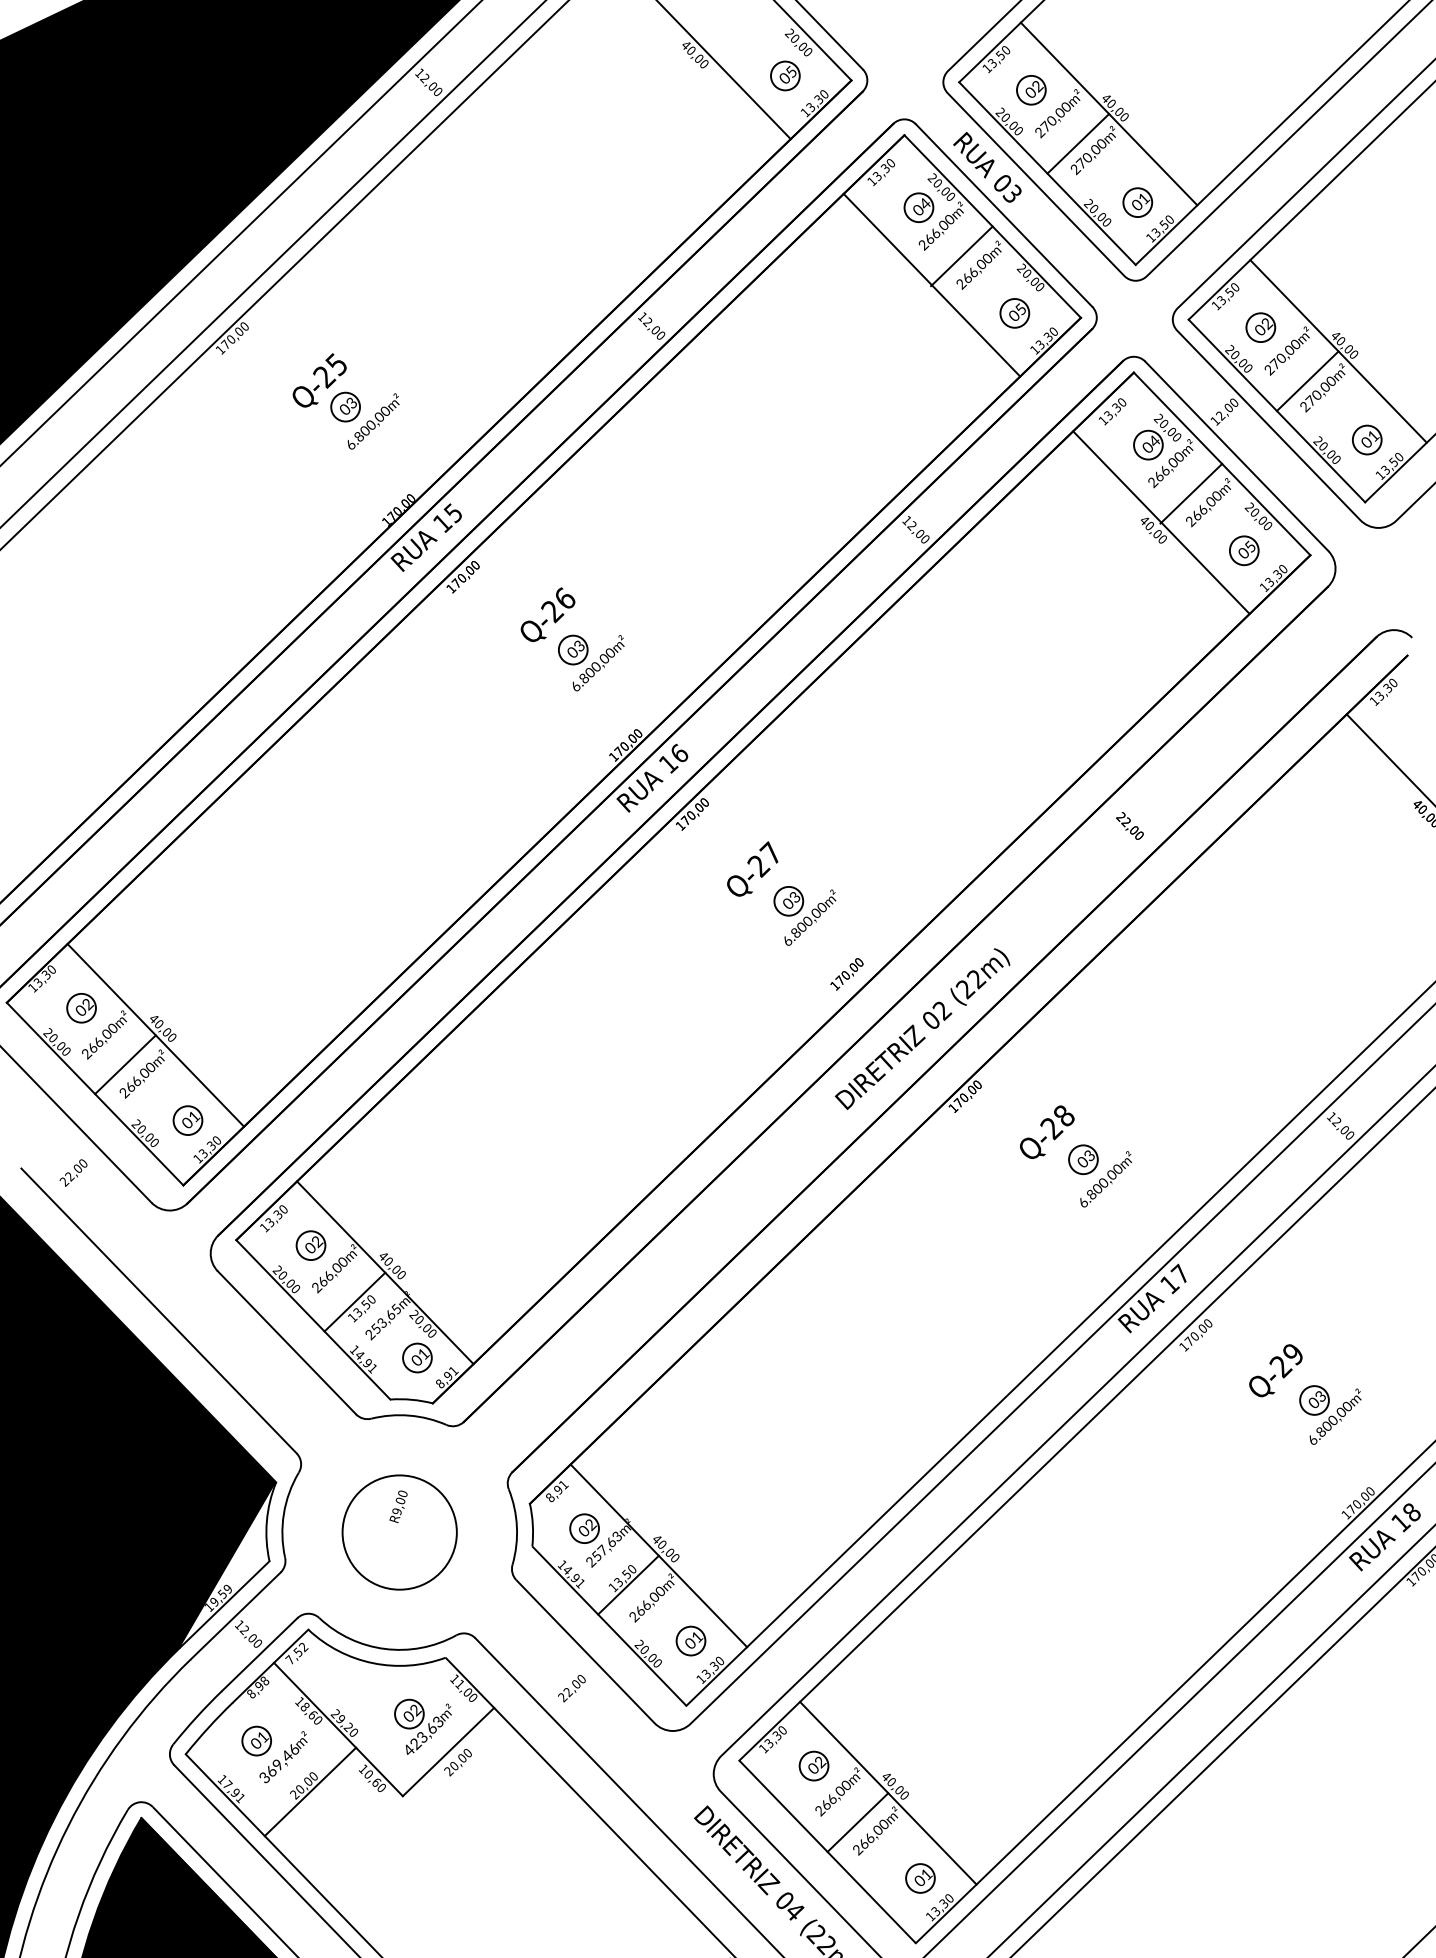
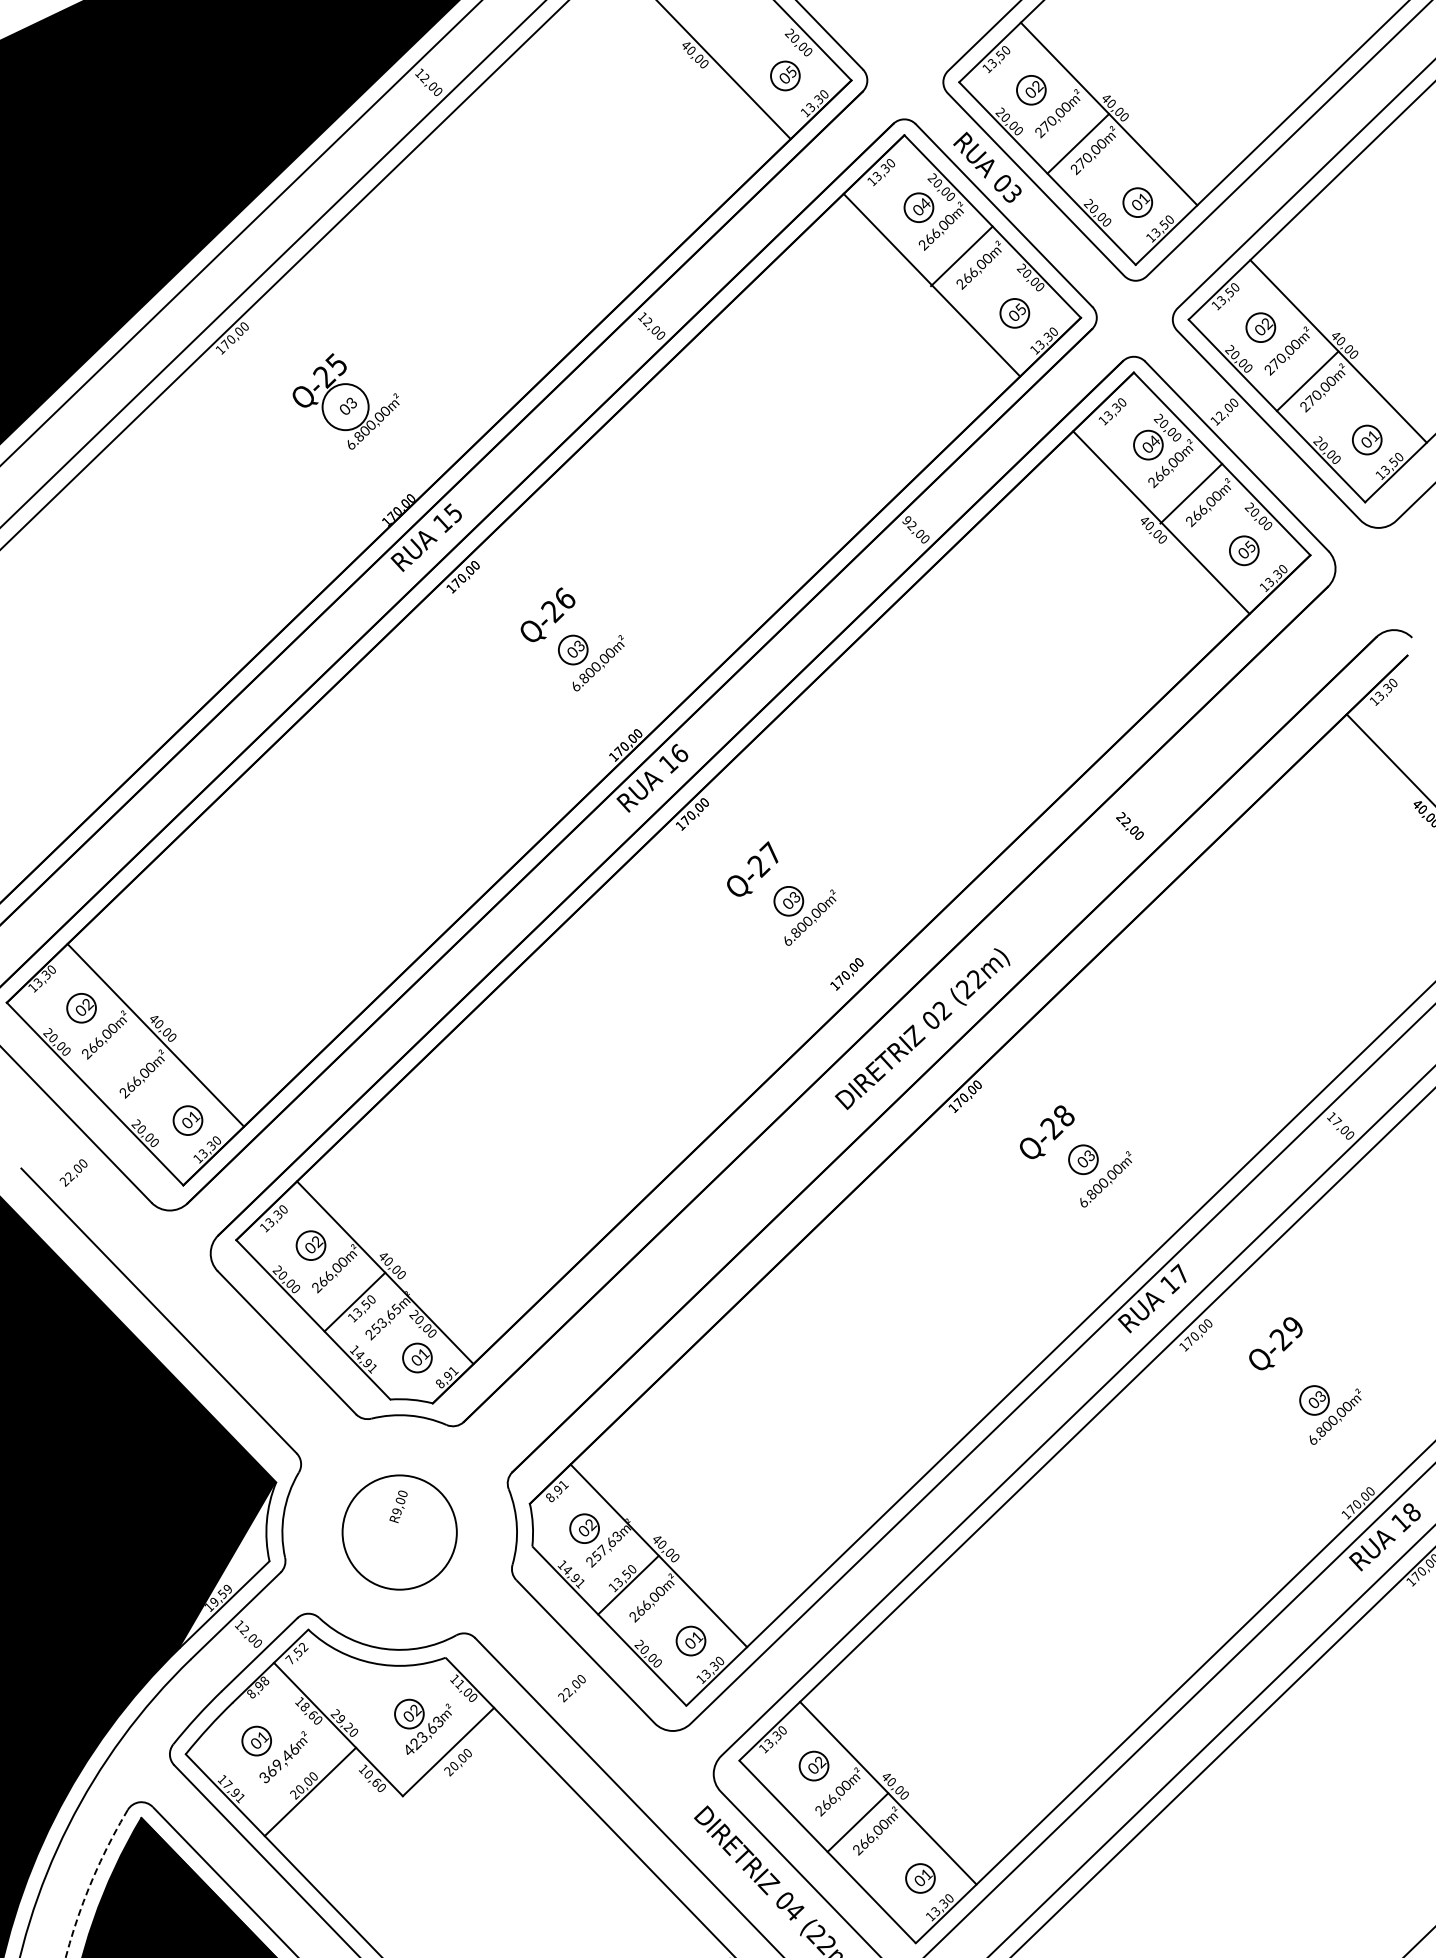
circle at (345, 406) diameter: 29 px -> 46 px
text at (906, 520): 12,00 -> 92,00
line at (125, 1064): present -> none
text at (1336, 1121): 12,00 -> 17,00
text at (1275, 1370) position: (1275, 1370) -> (1275, 1343)
arc at (91, 1882): solid -> dashed
